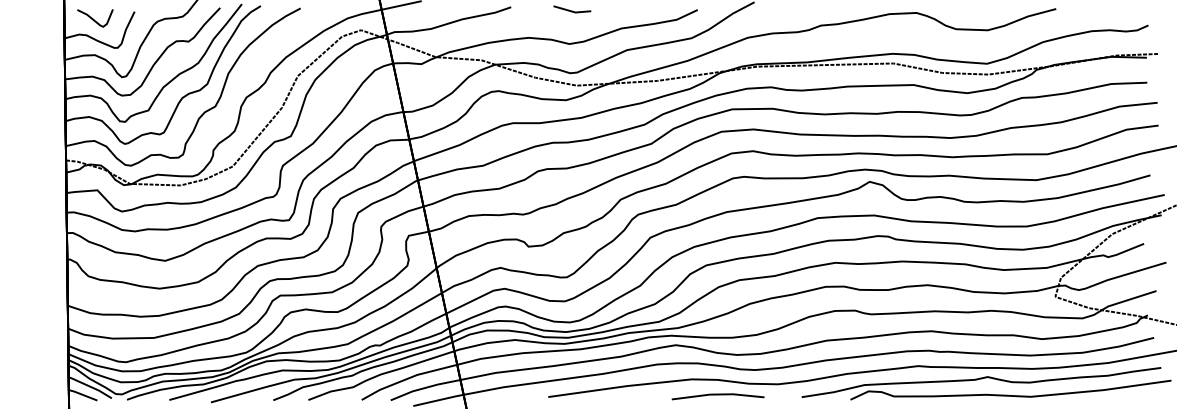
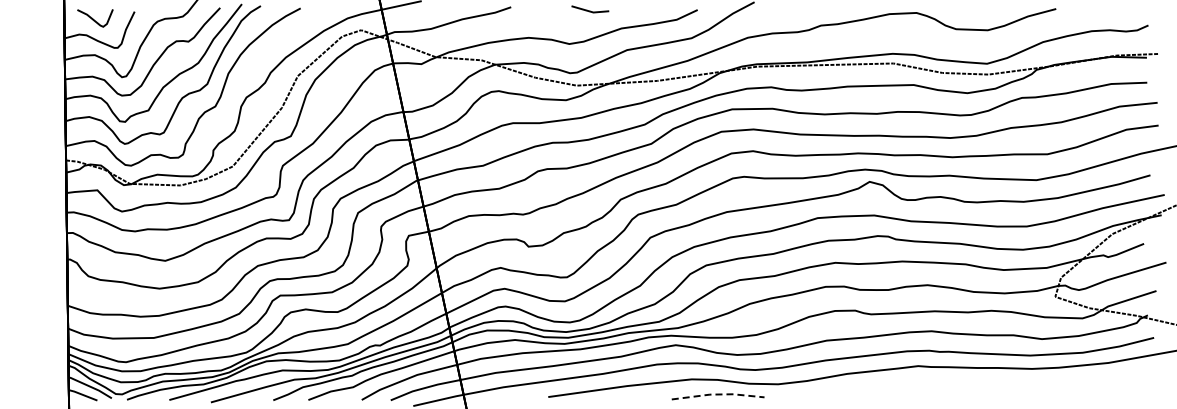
line at (572, 10) position: (572, 10) -> (590, 10)
part at (986, 383): present -> none
line at (718, 394): solid -> dashed
